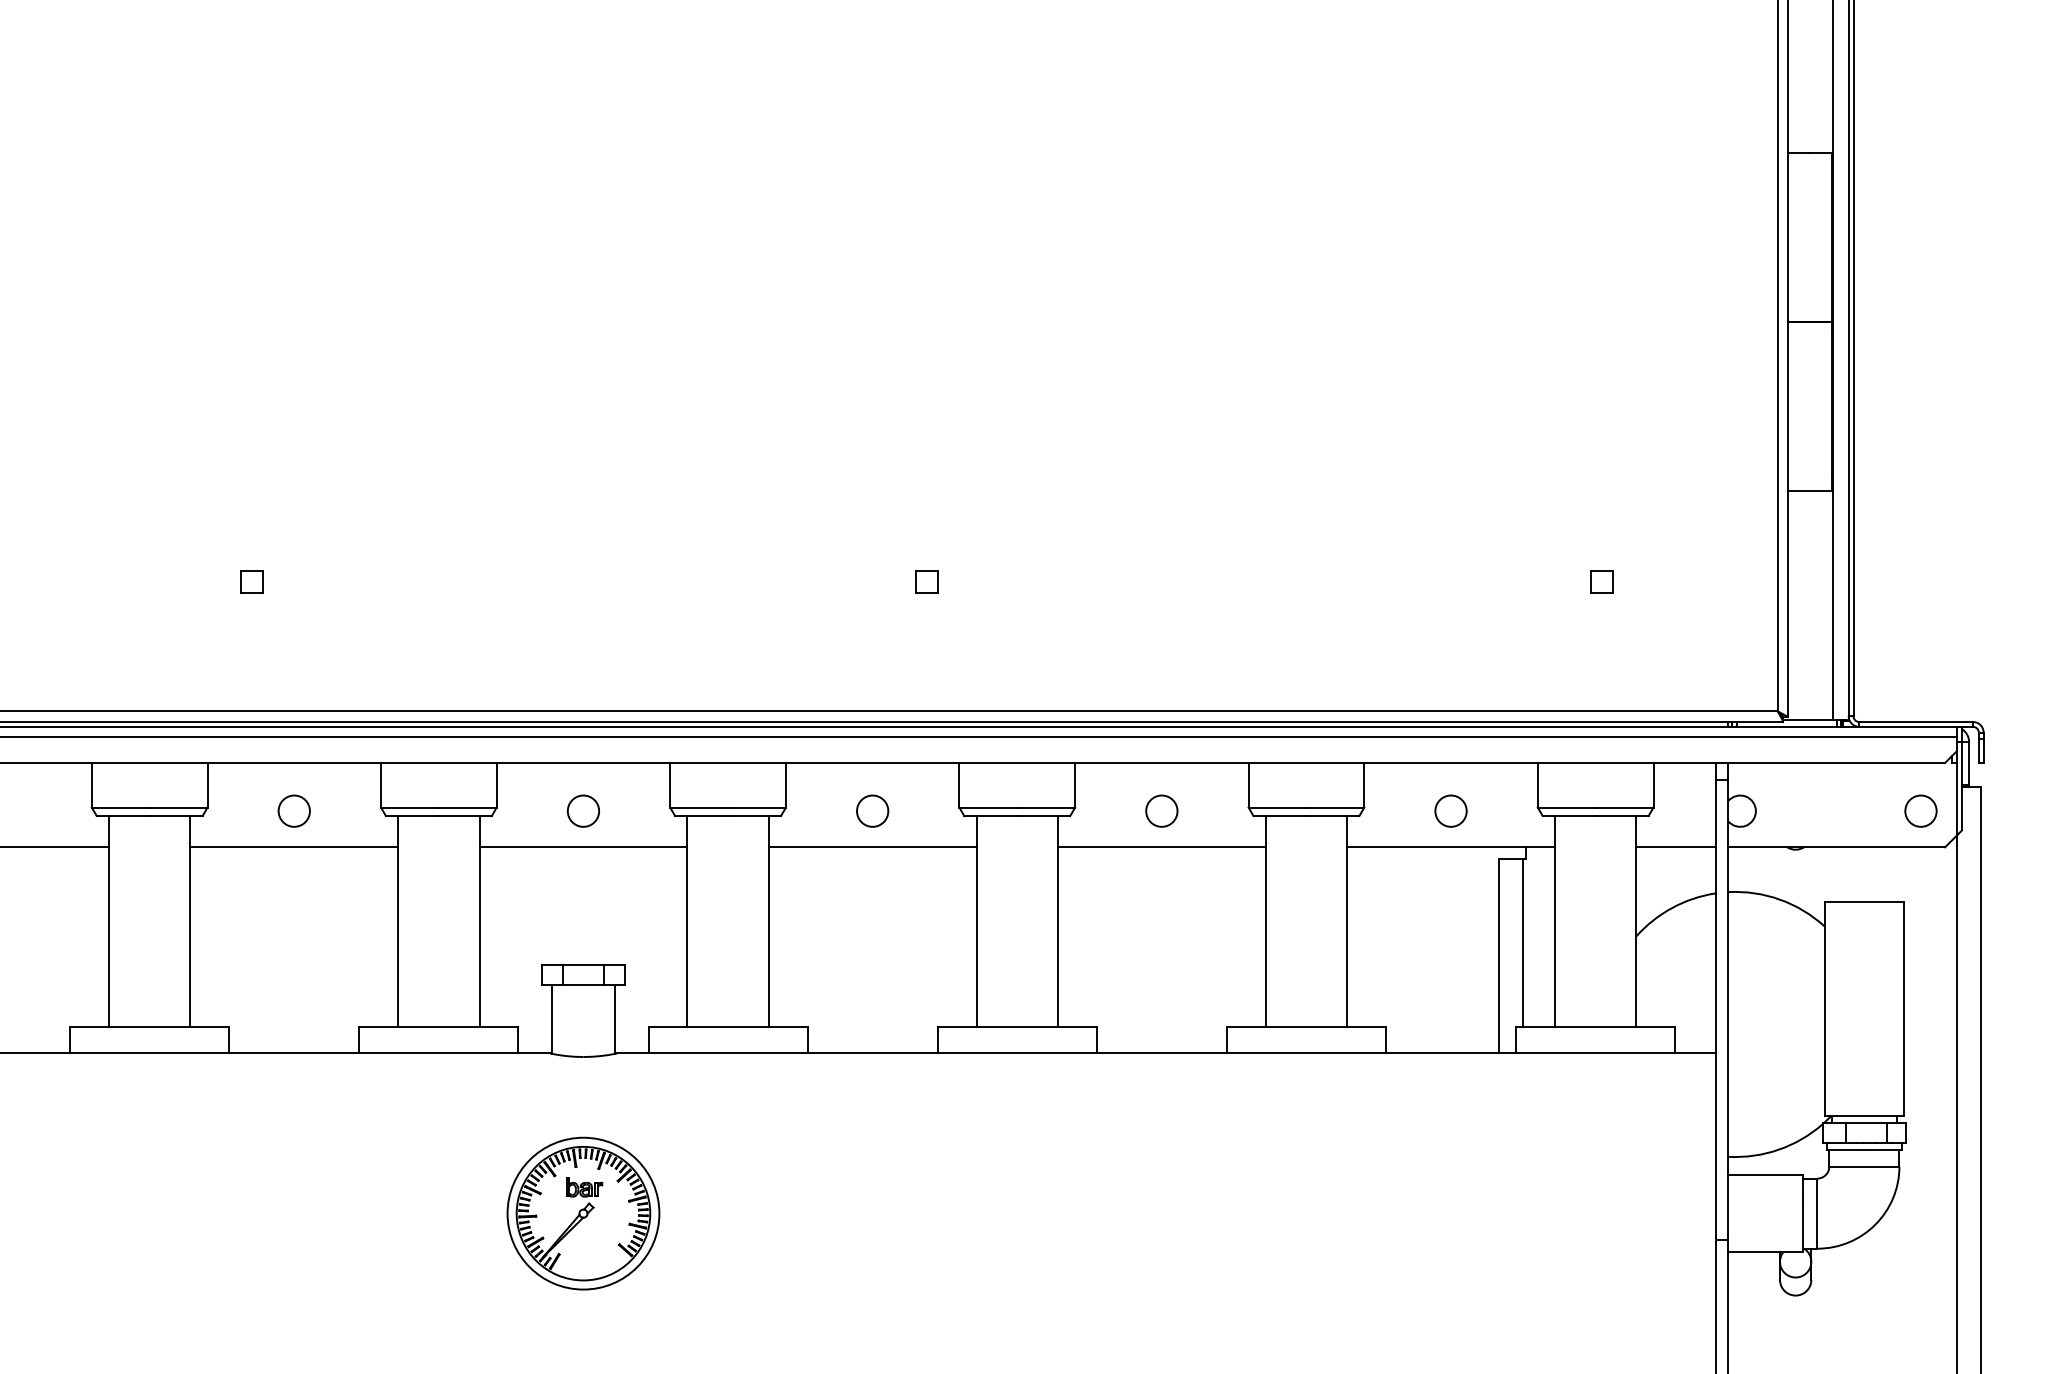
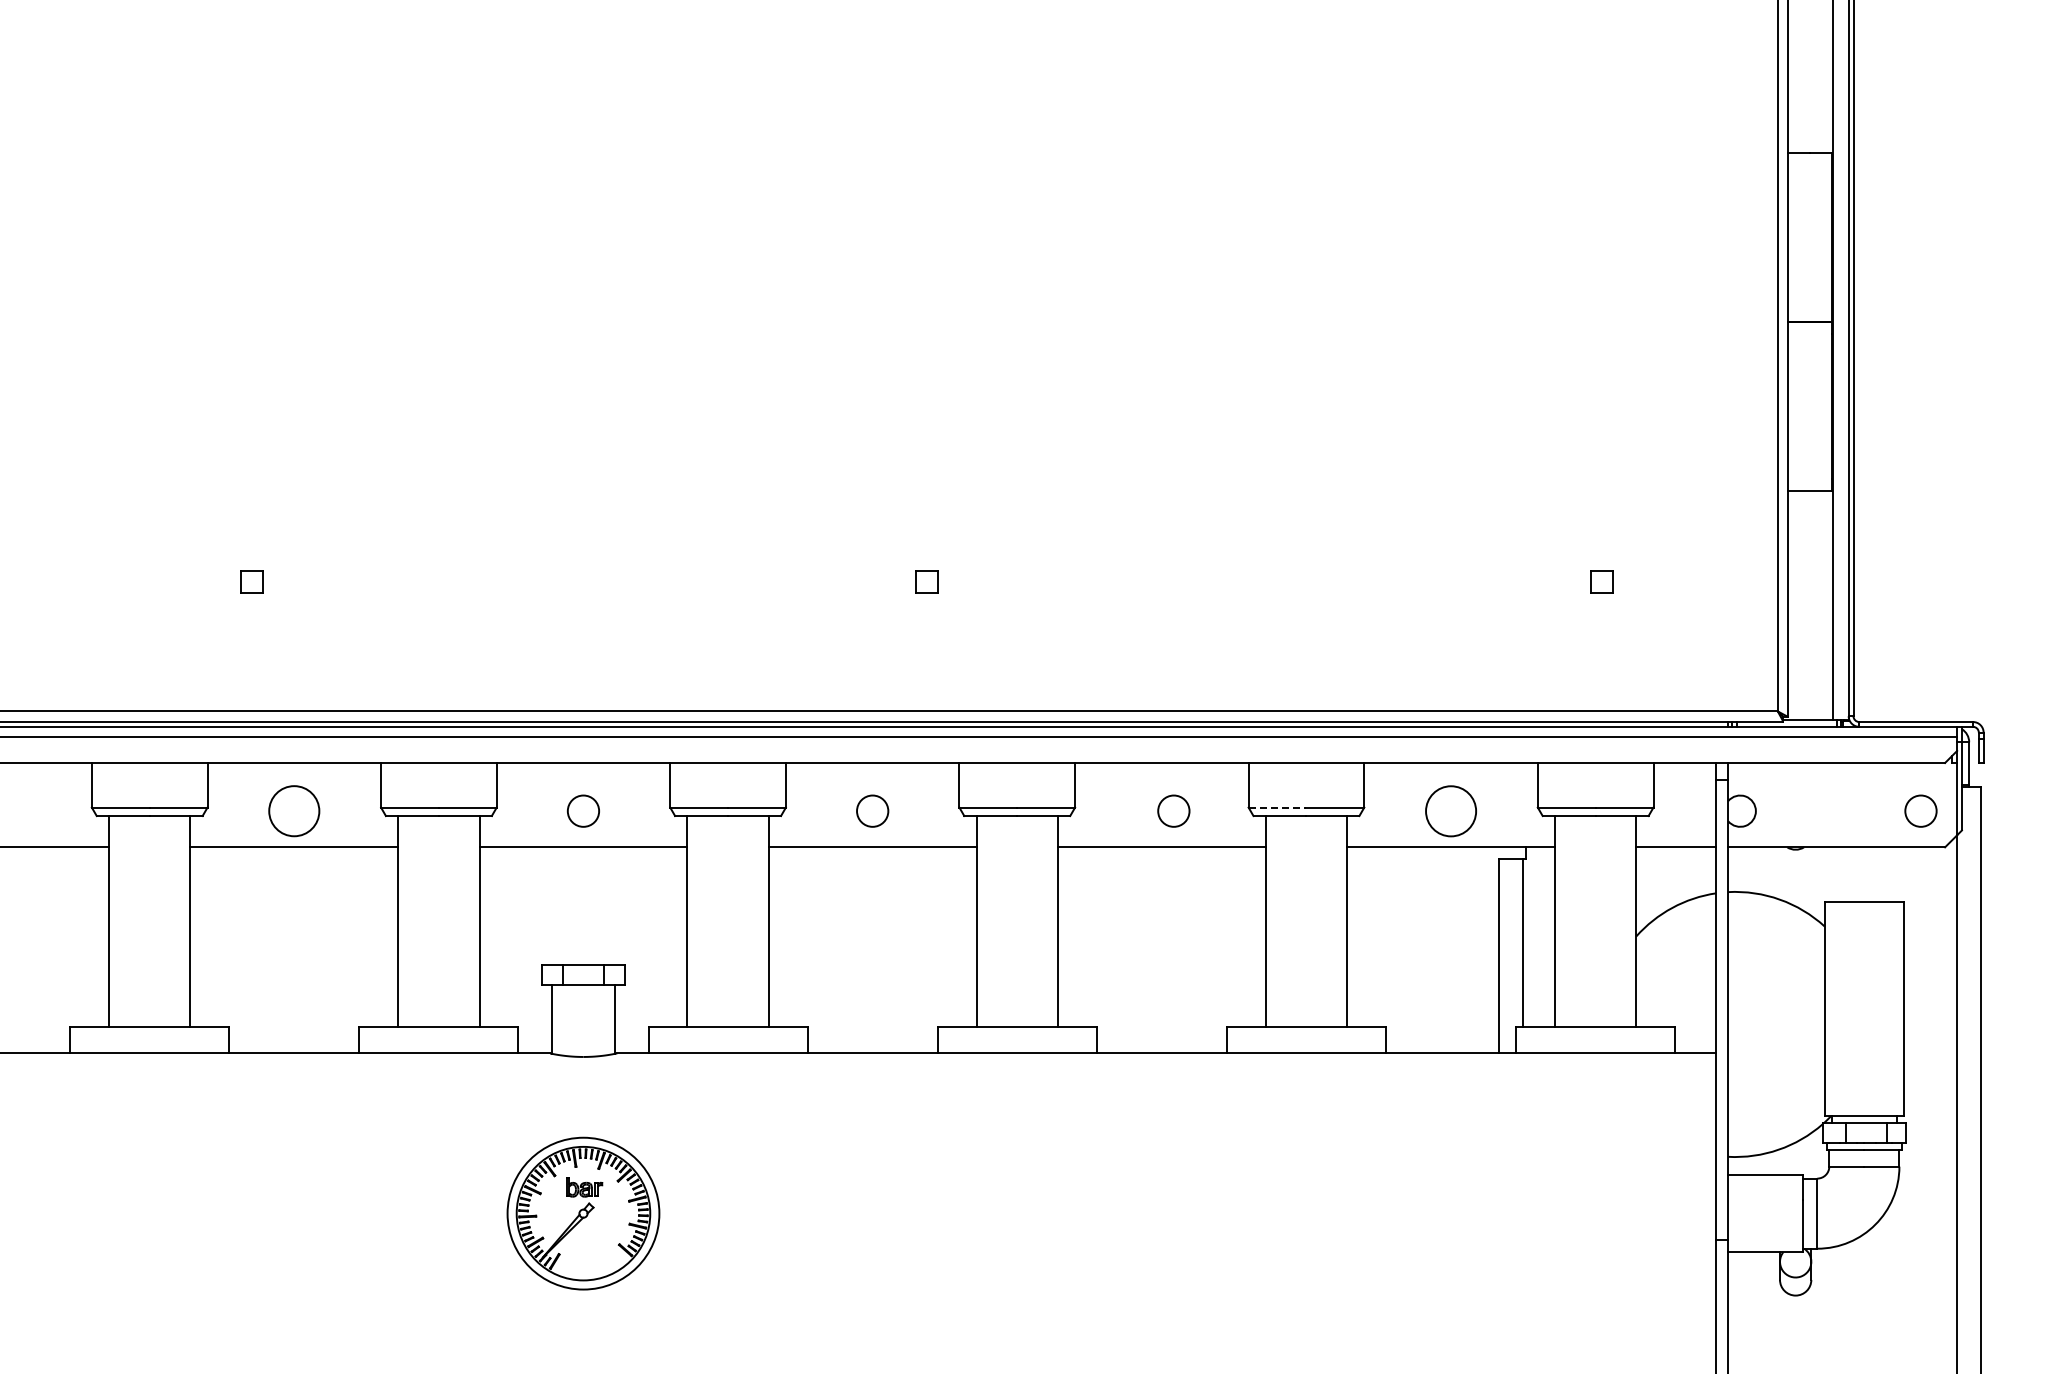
line at (1277, 807): solid -> dashed
circle at (293, 810) diameter: 31 px -> 50 px
circle at (1161, 810) position: (1161, 810) -> (1173, 810)
circle at (1450, 810) size: 34x34 px -> 52x53 px
